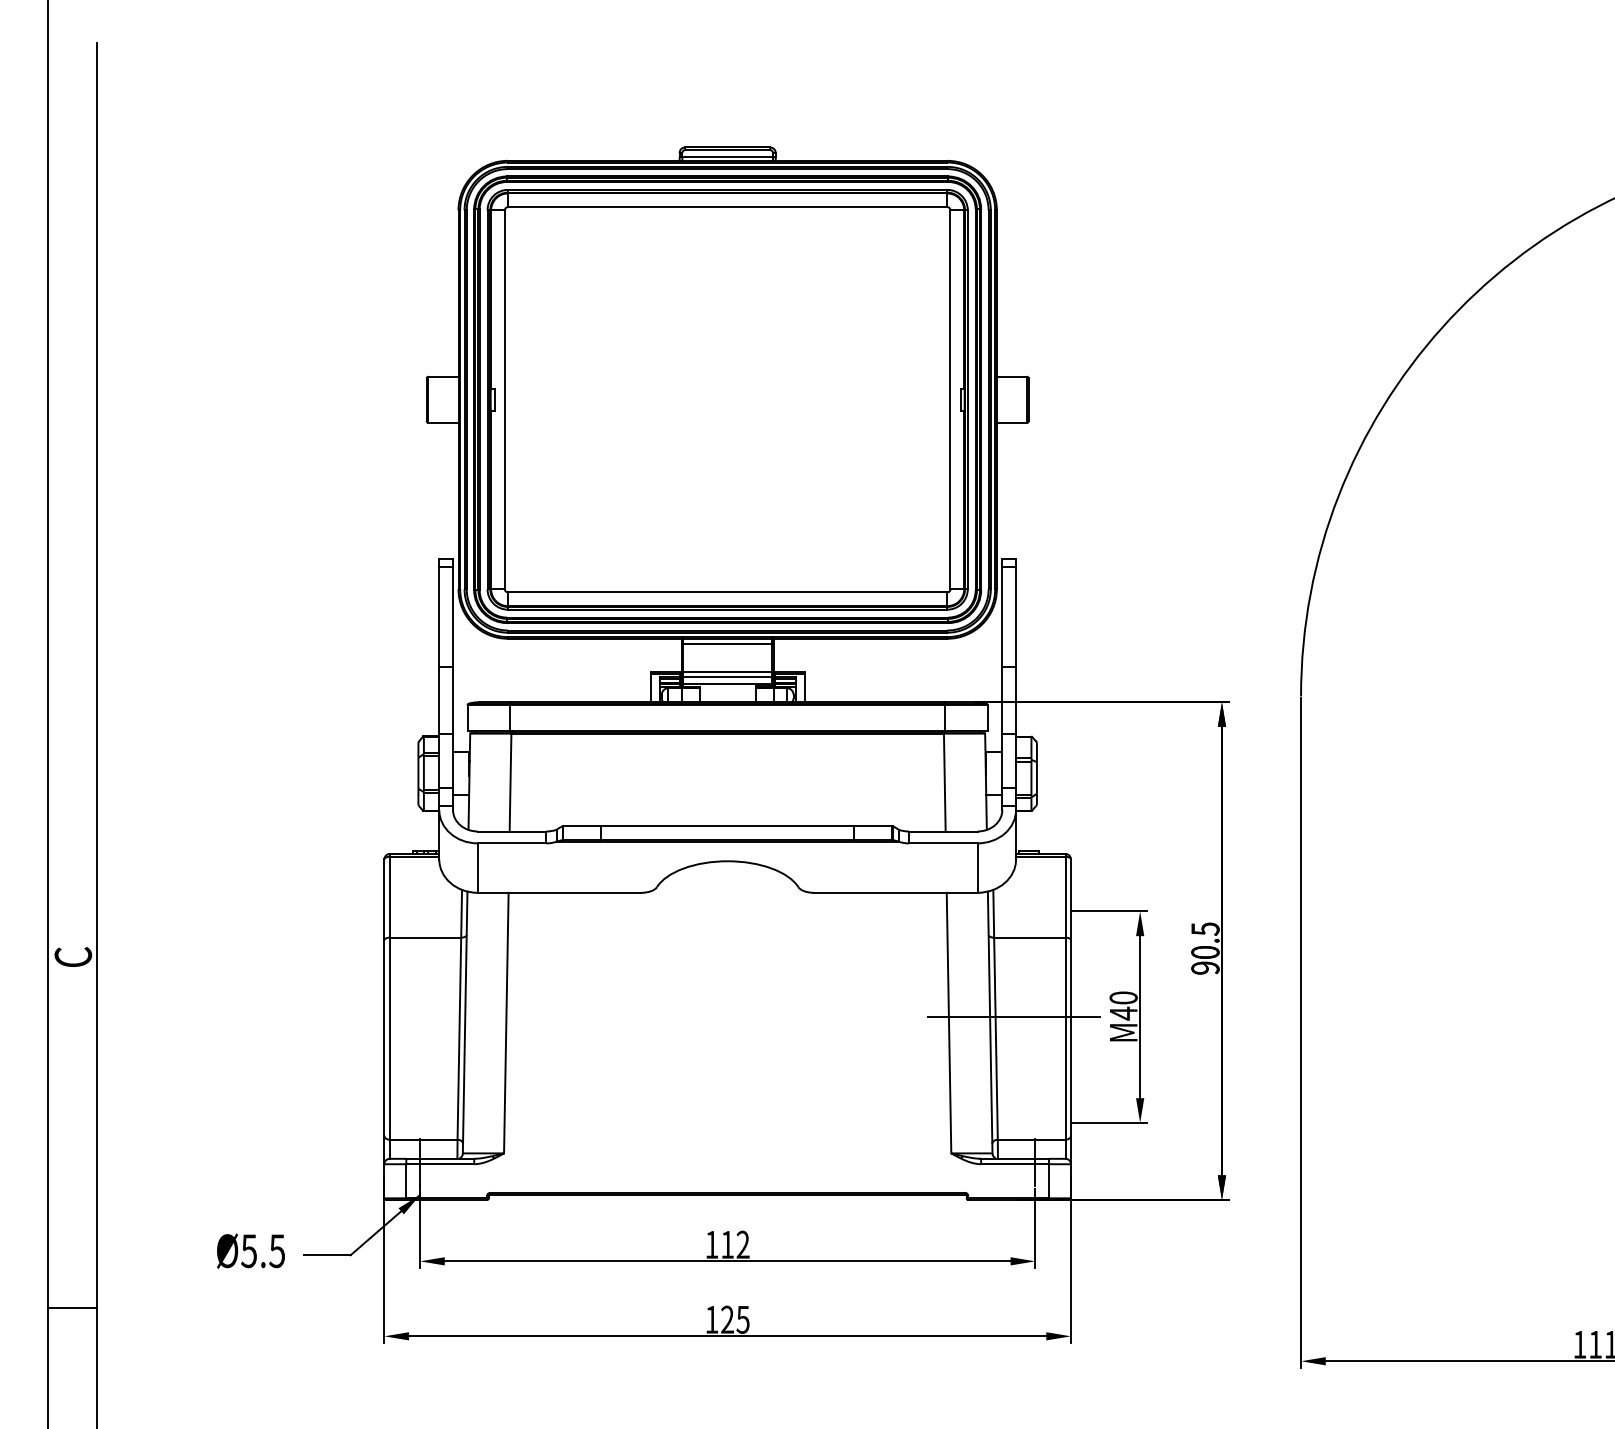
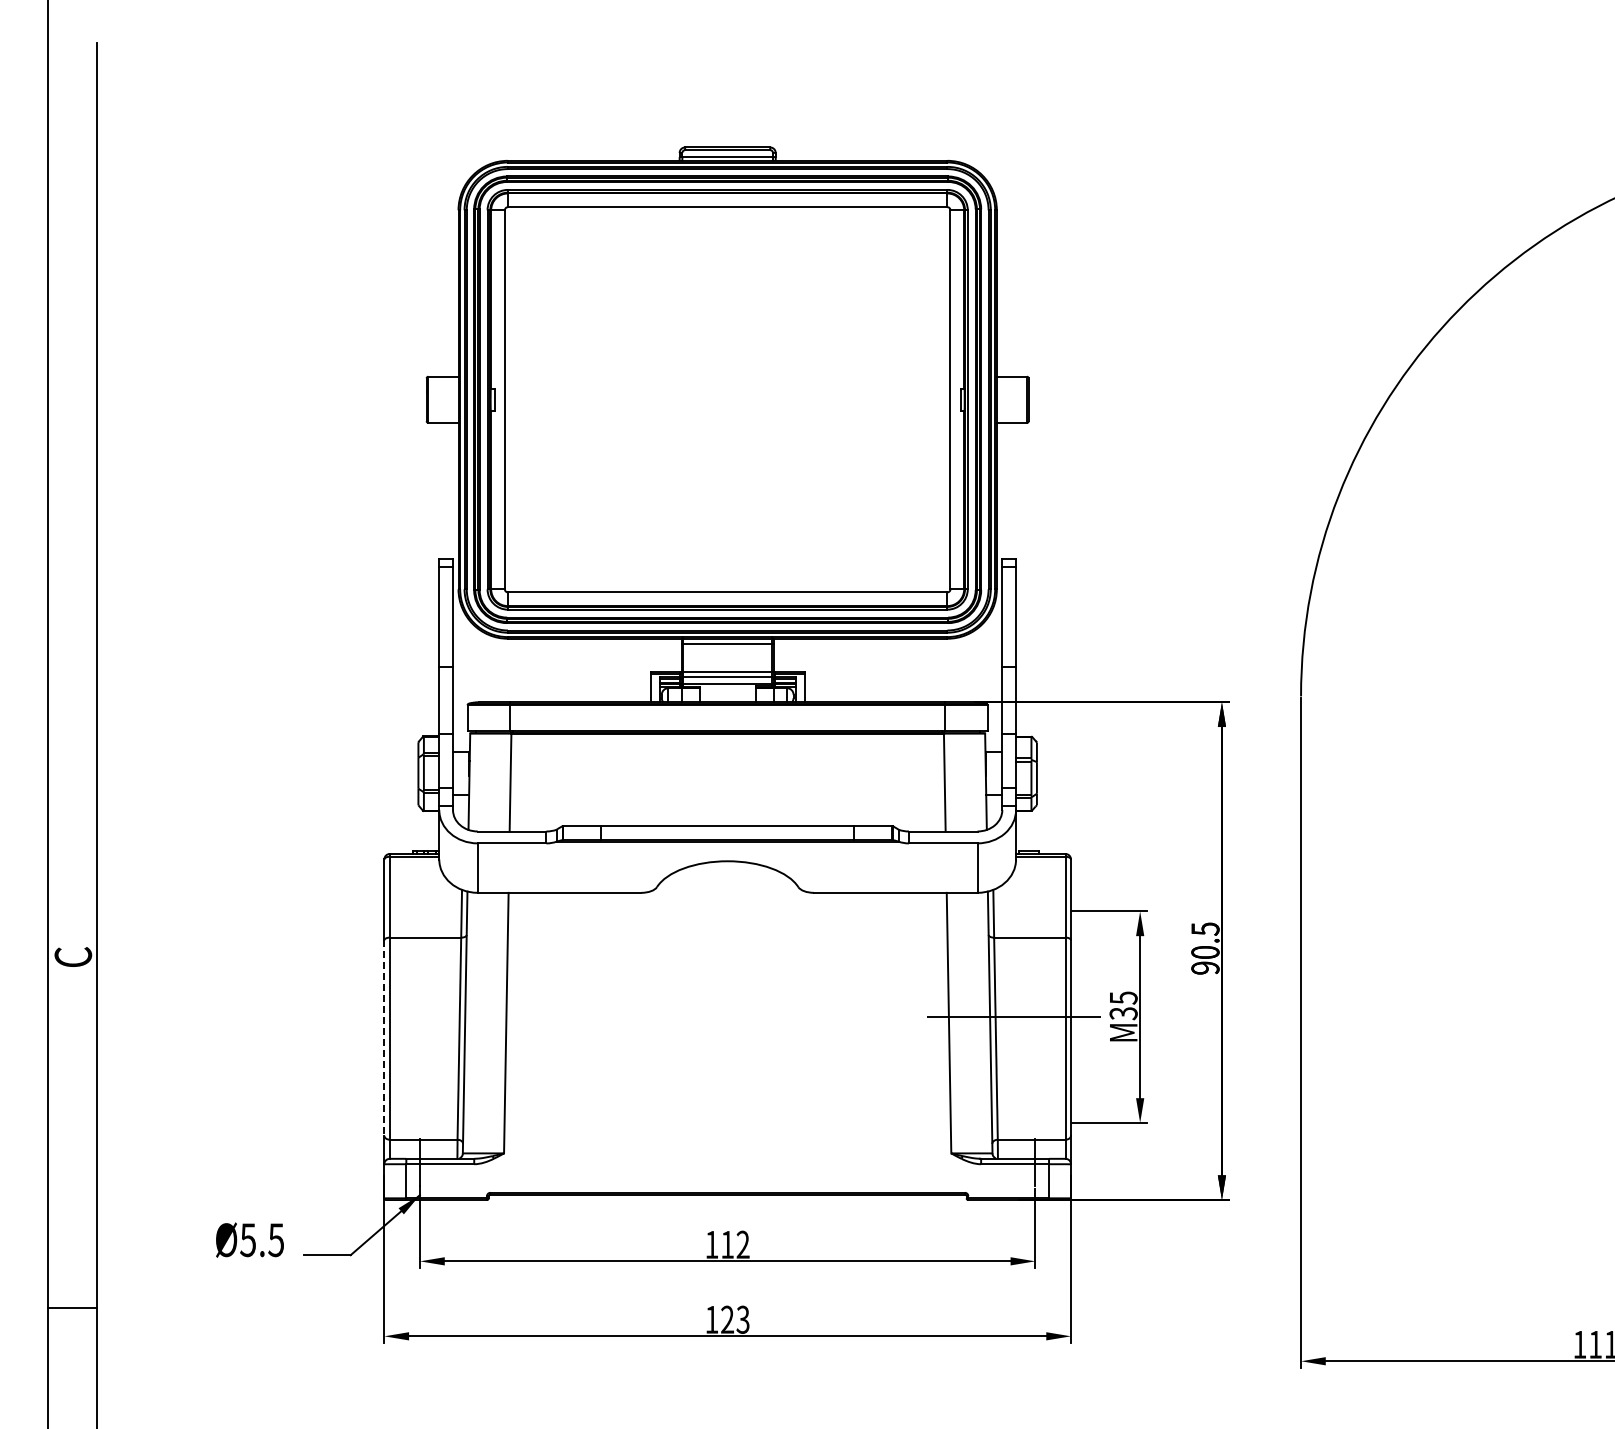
text at (1123, 1005): M40 -> M35
line at (384, 1038): solid -> dashed
text at (250, 1250) position: (250, 1250) -> (249, 1239)
text at (743, 1319): 125 -> 123
